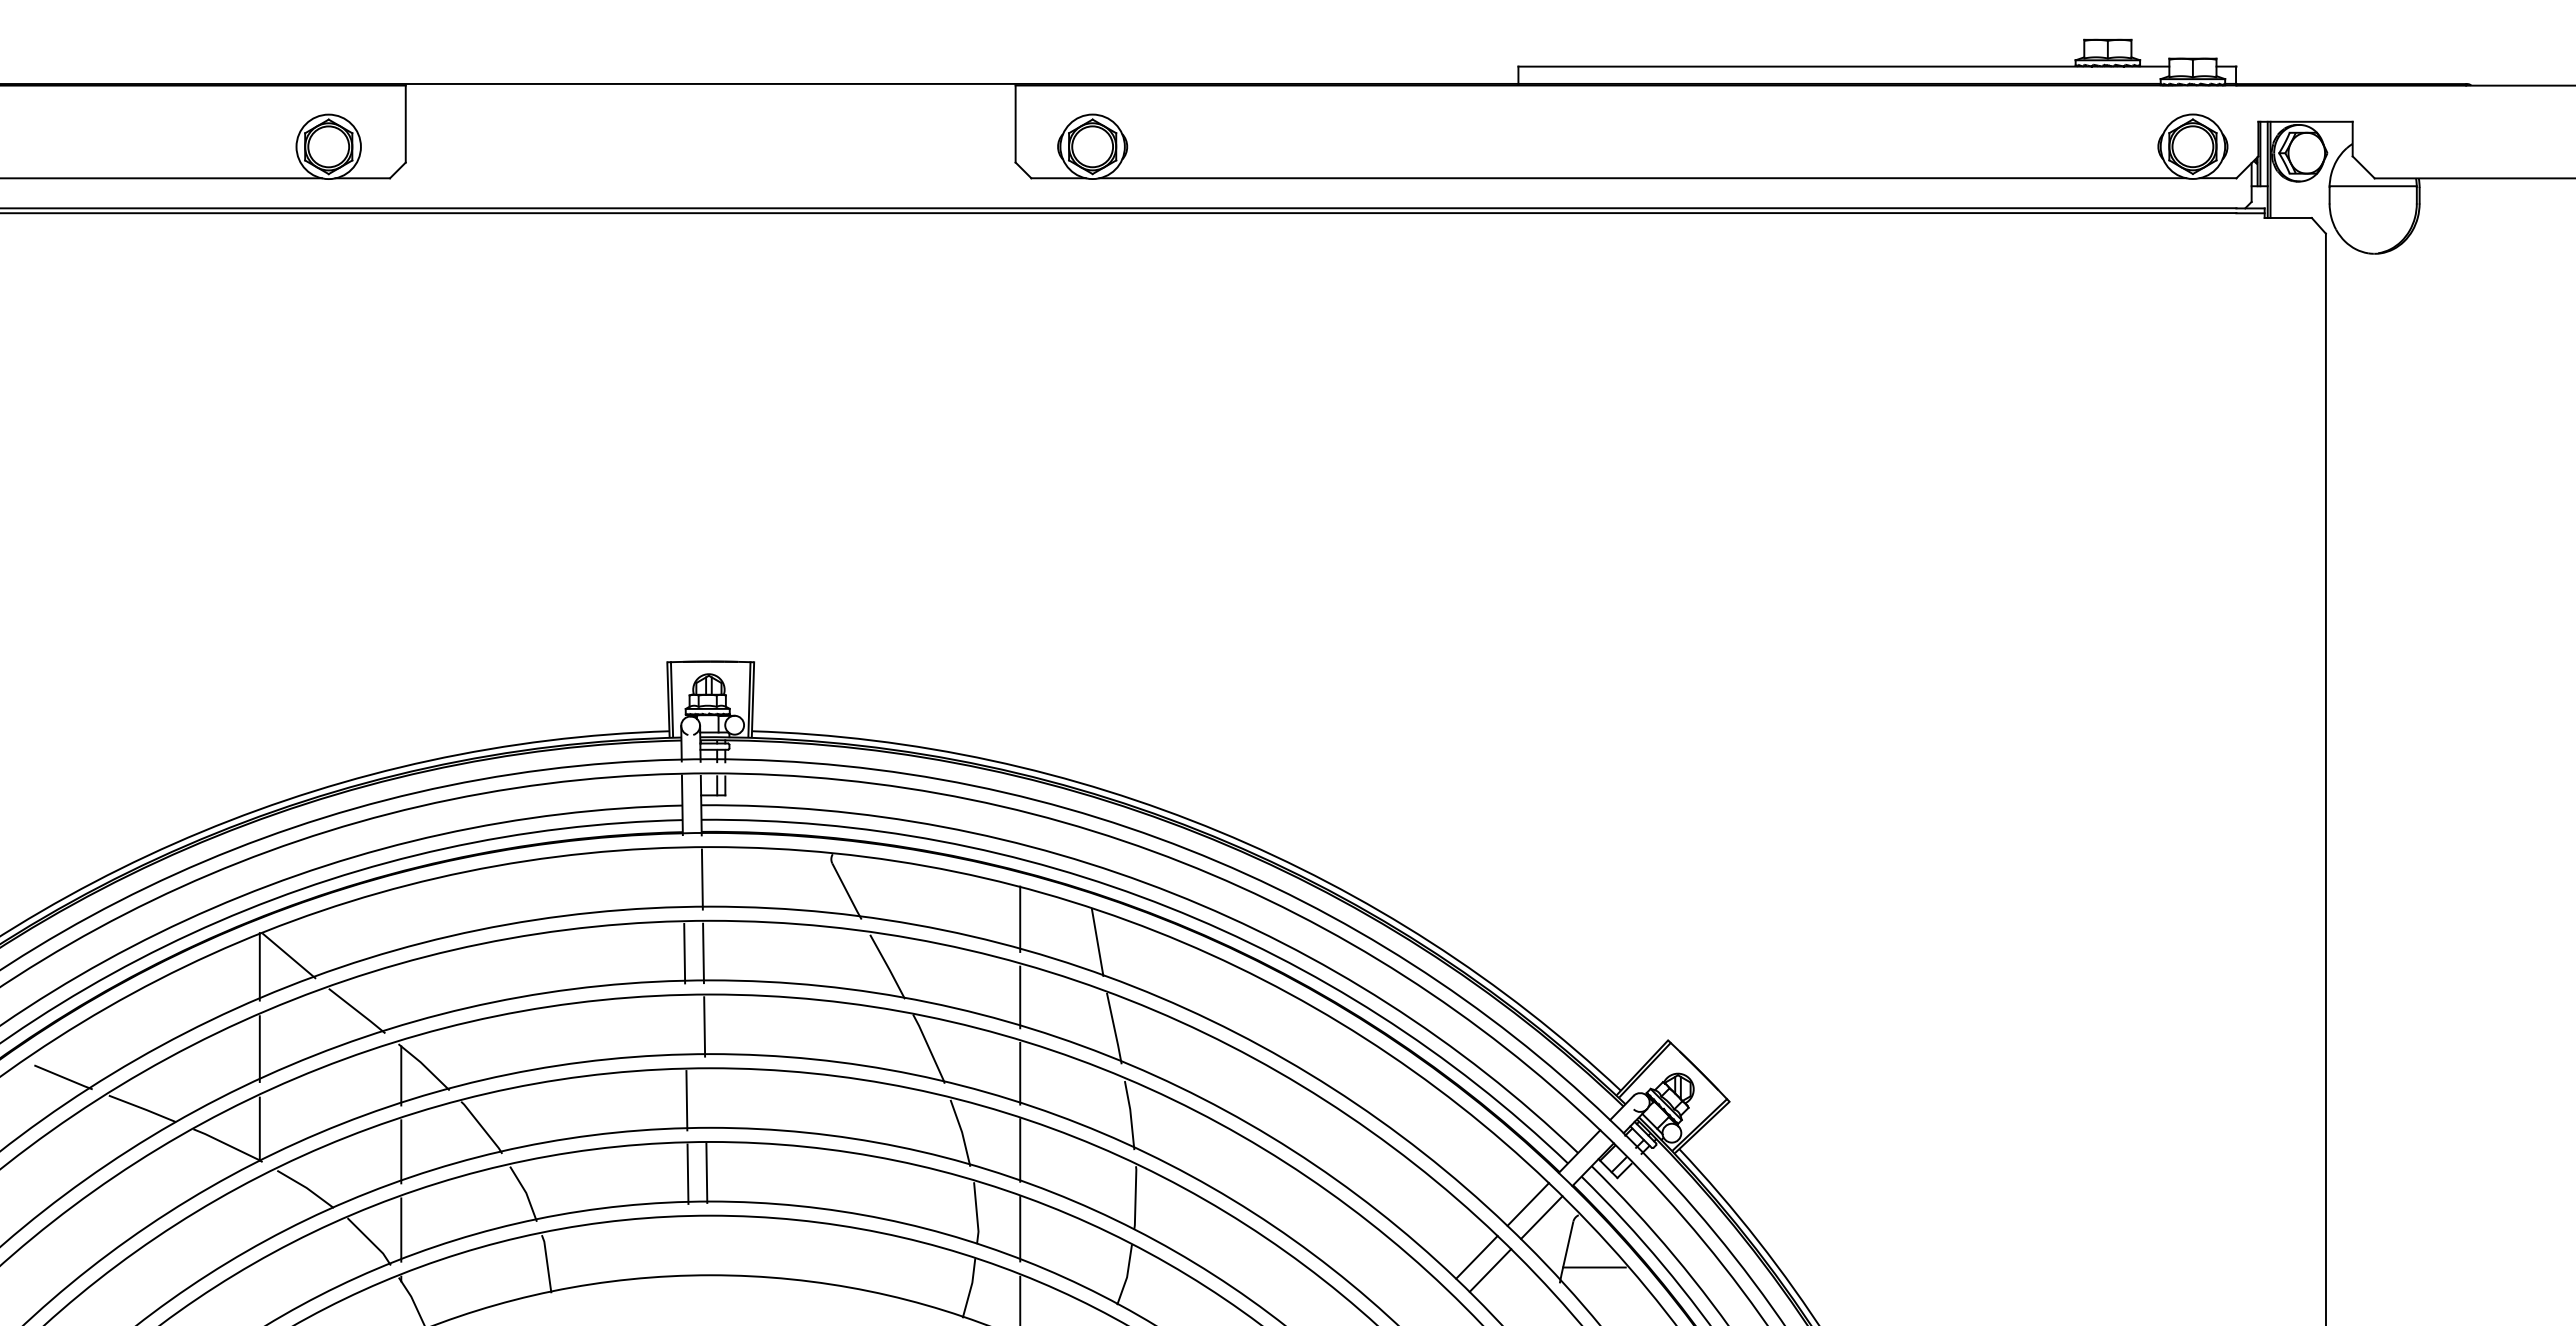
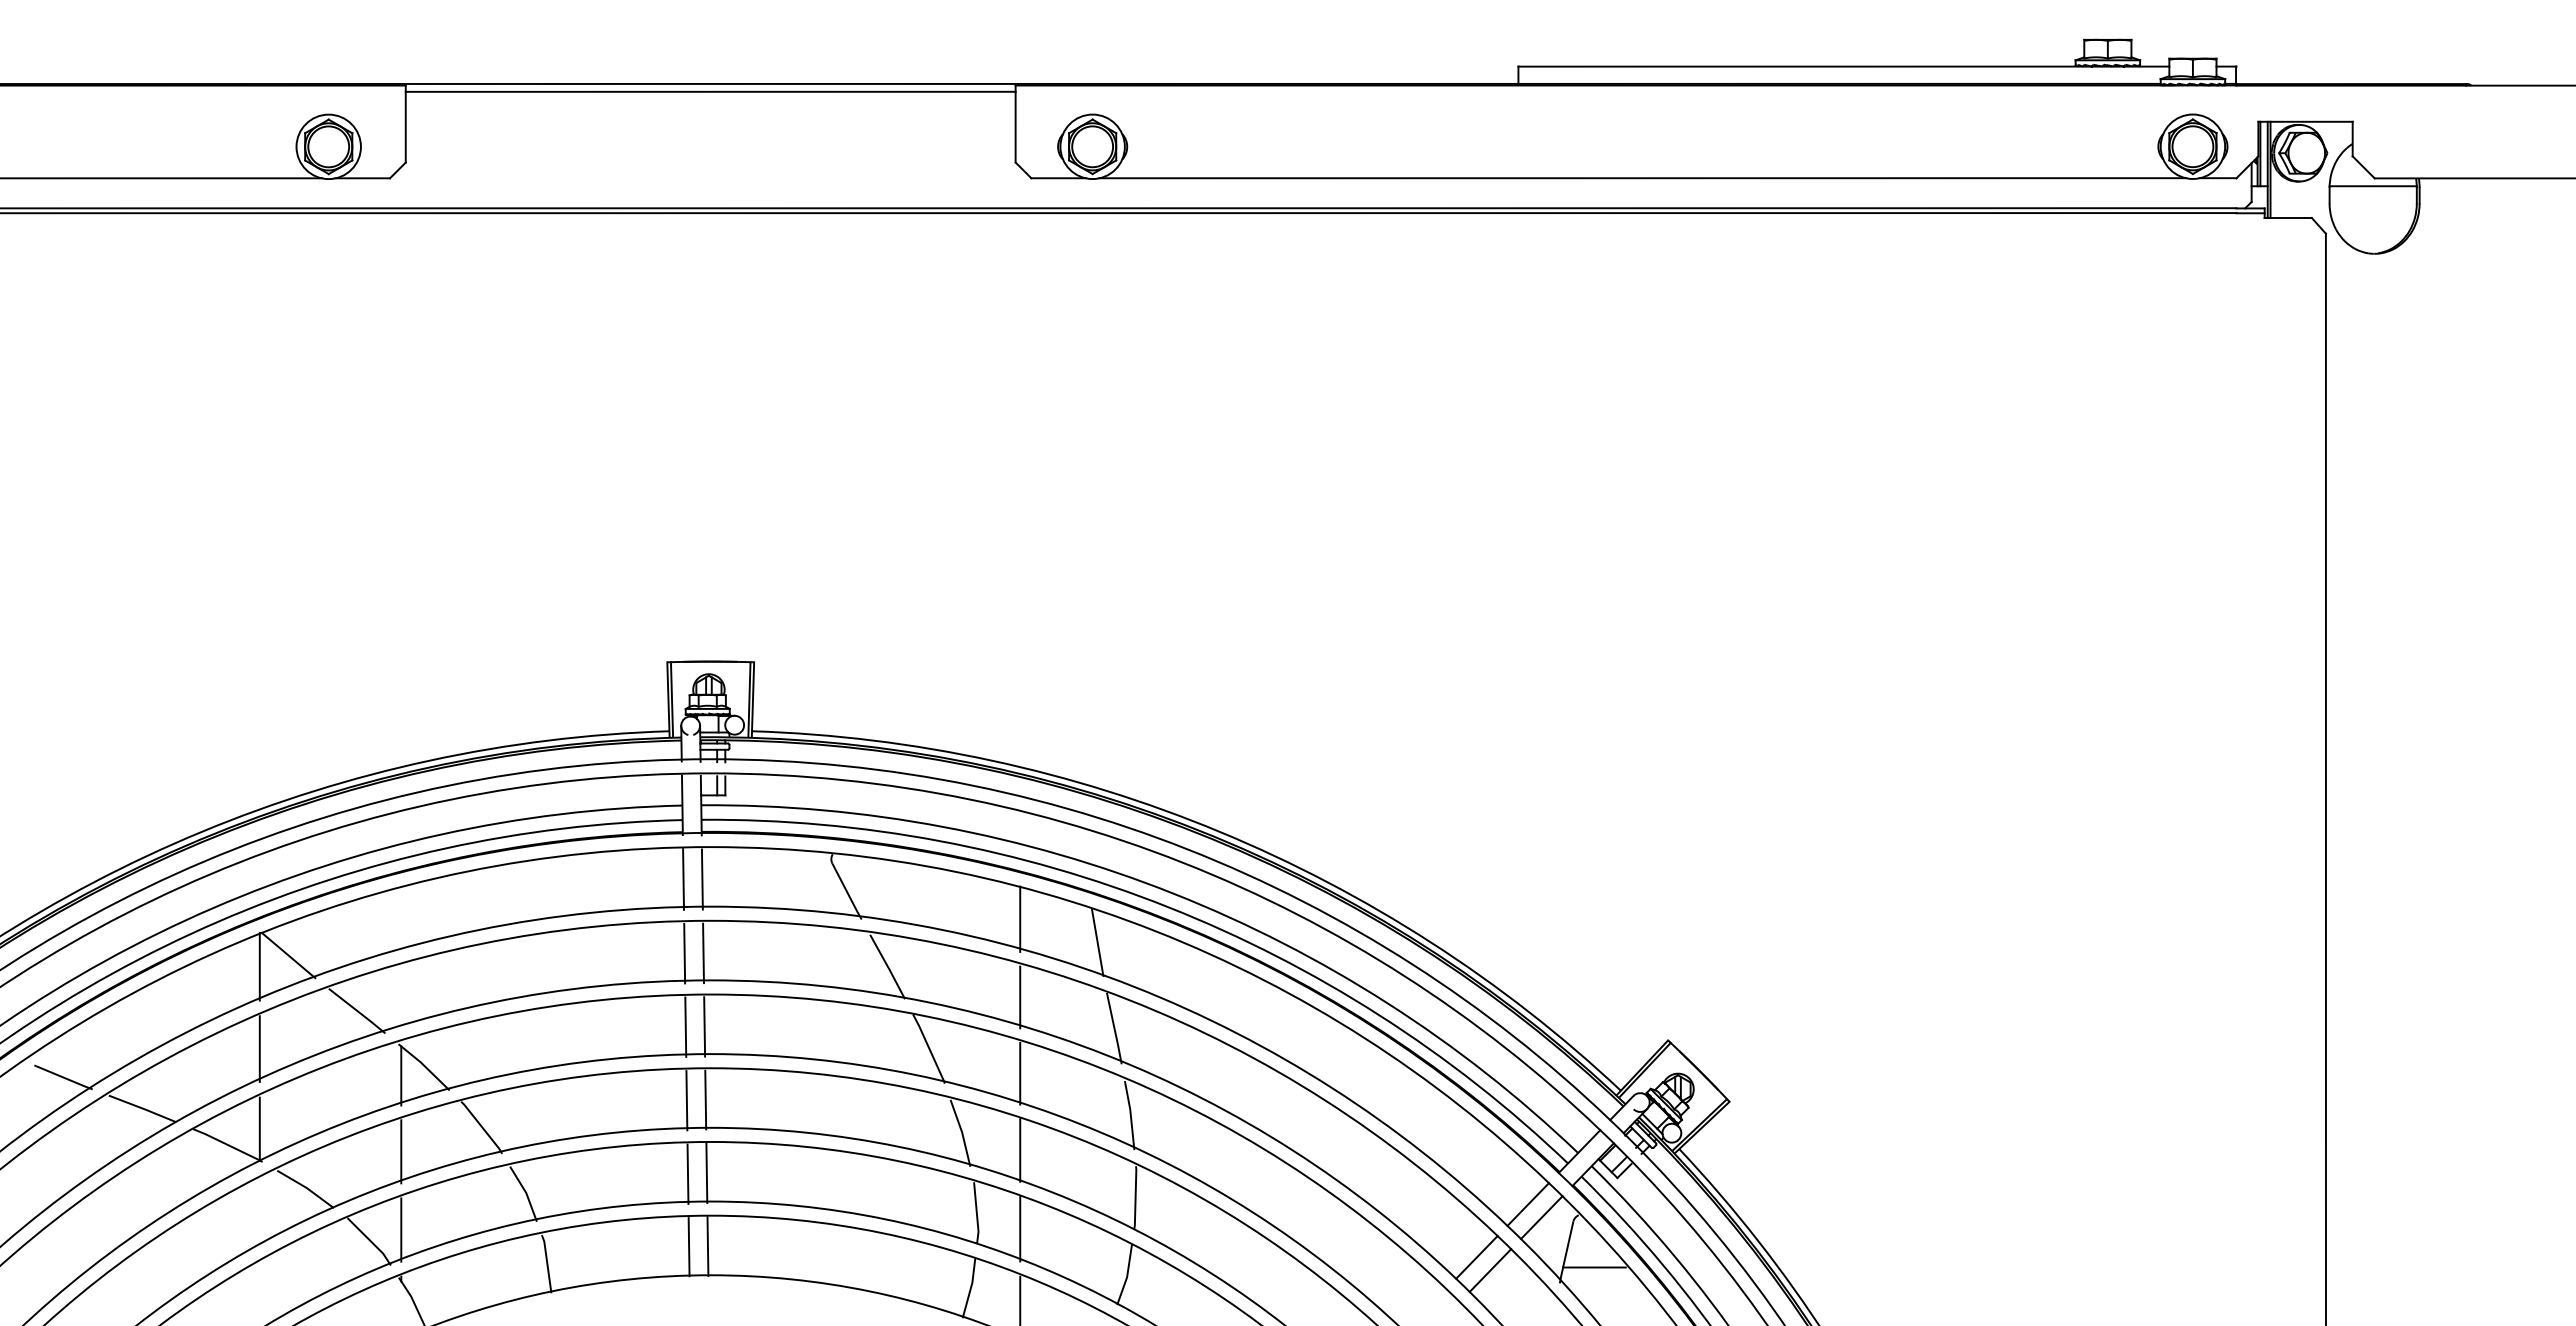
line at (710, 91): none -> present
line at (683, 879): none -> present
line at (685, 1026): none -> present
line at (705, 1099): none -> present
line at (707, 1246): none -> present
line at (688, 1247): none -> present
